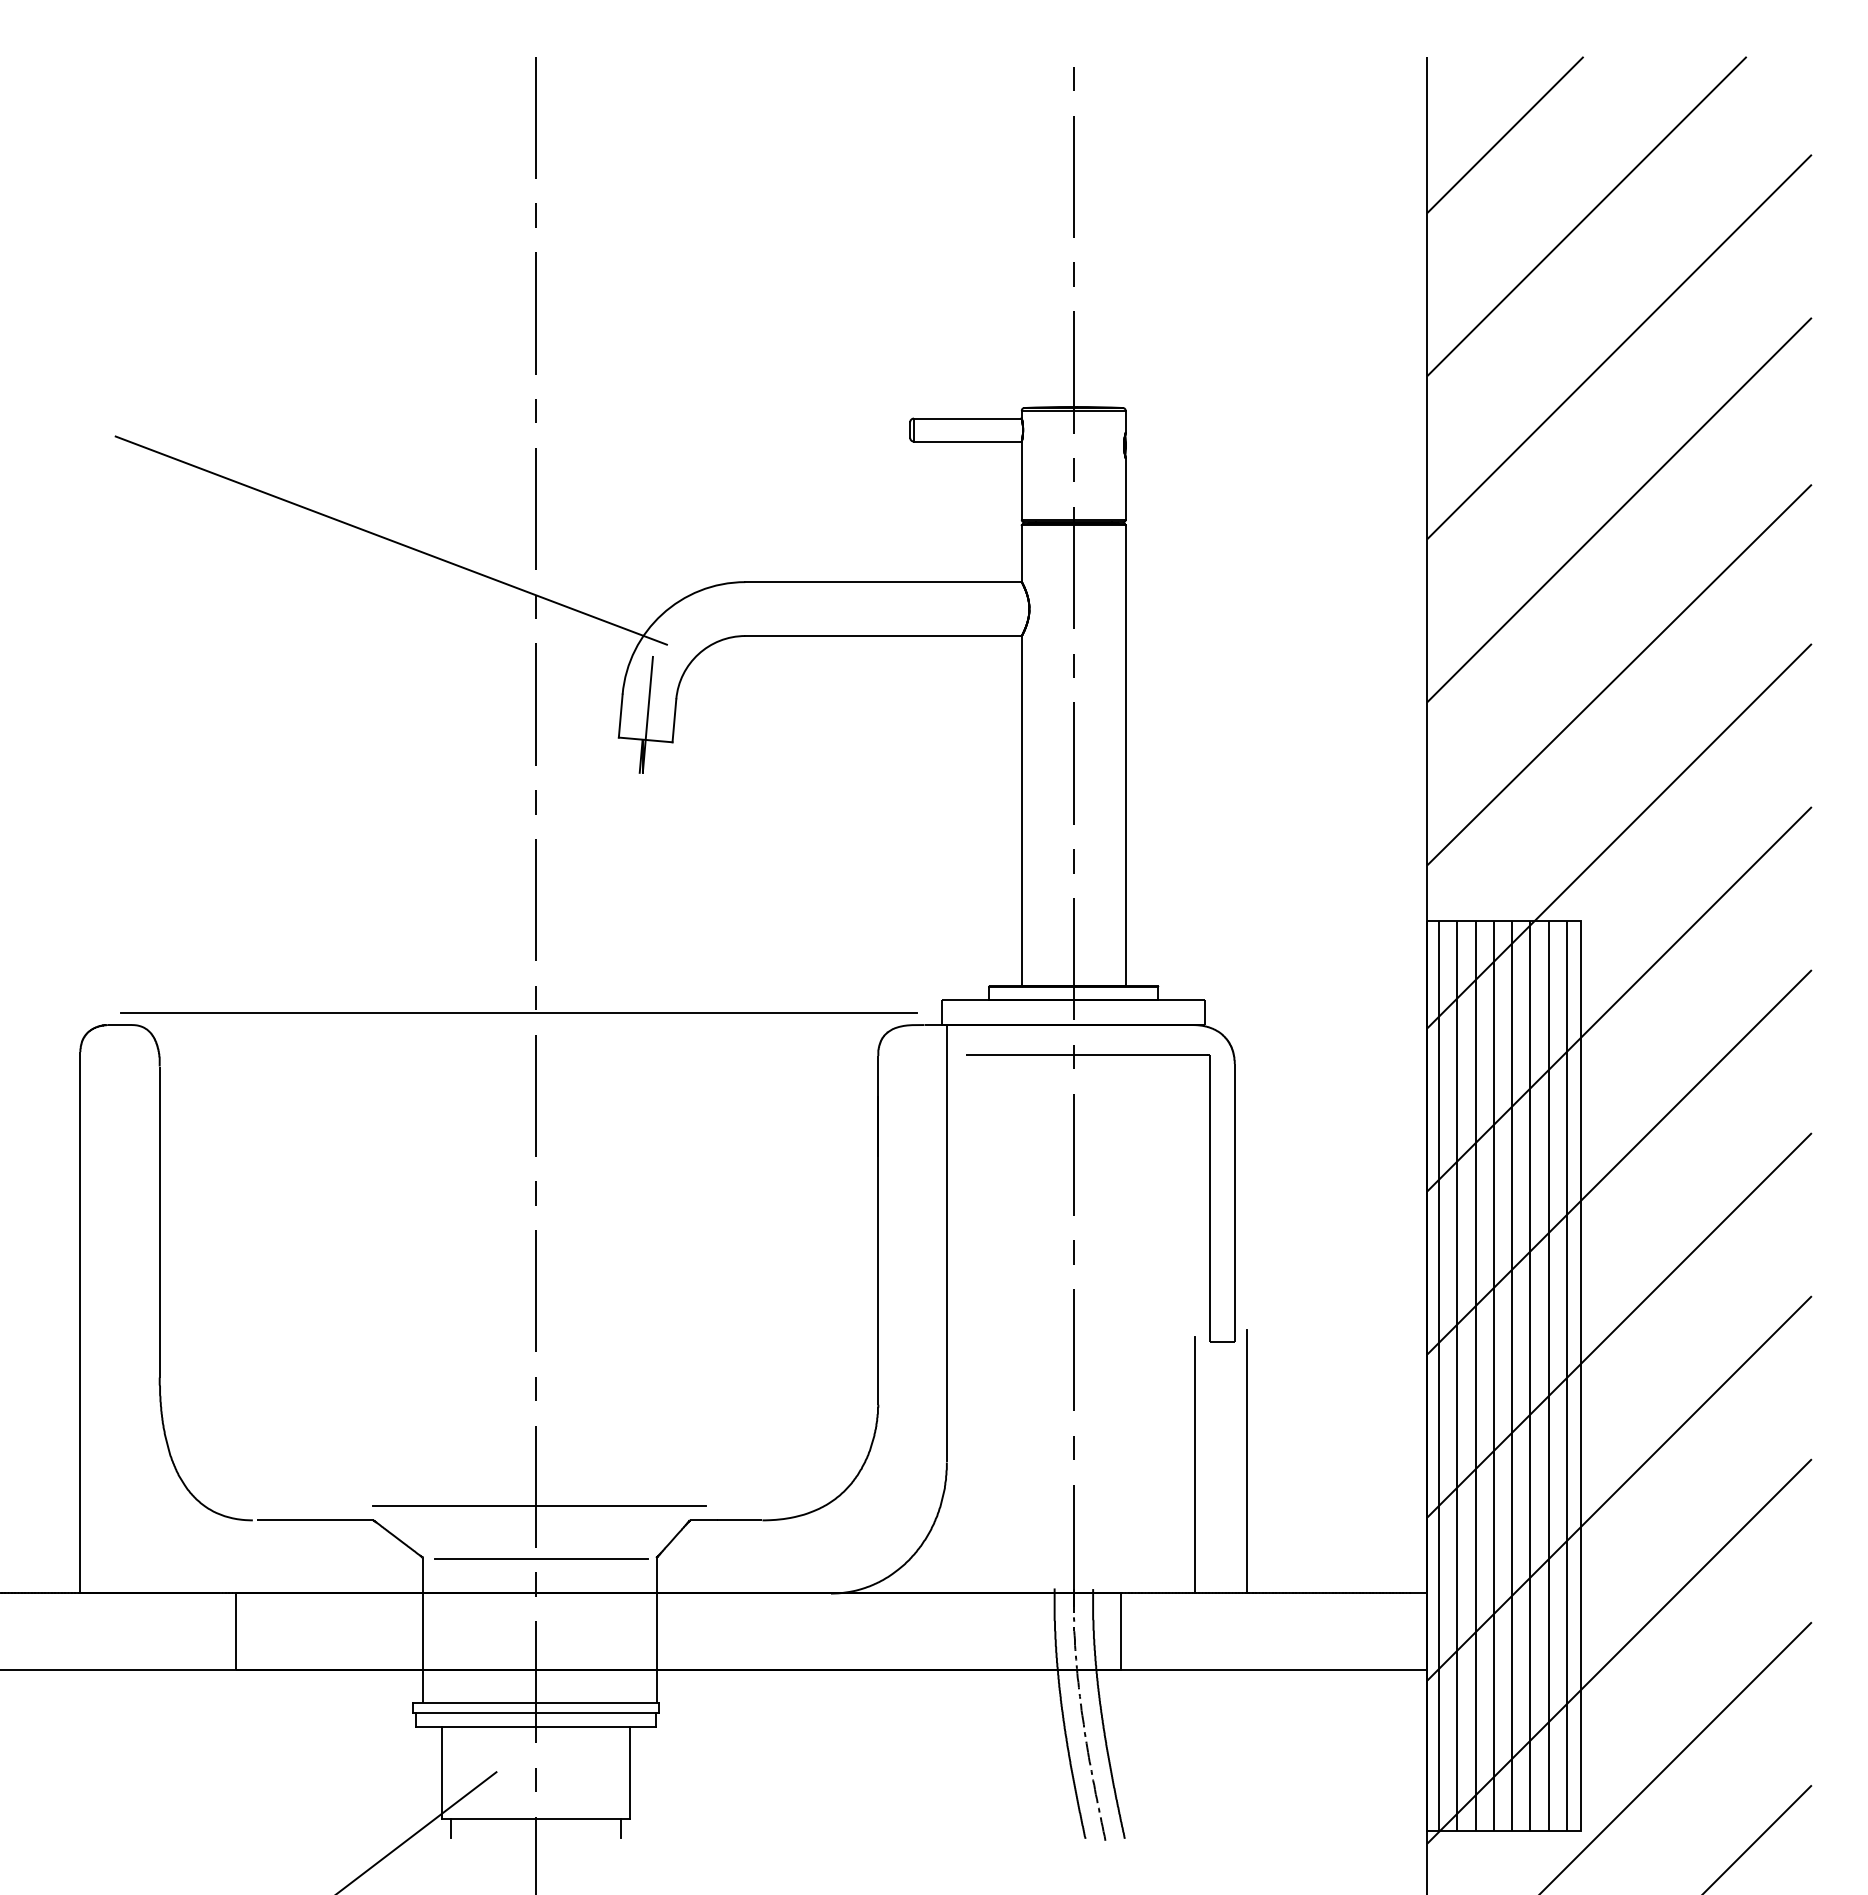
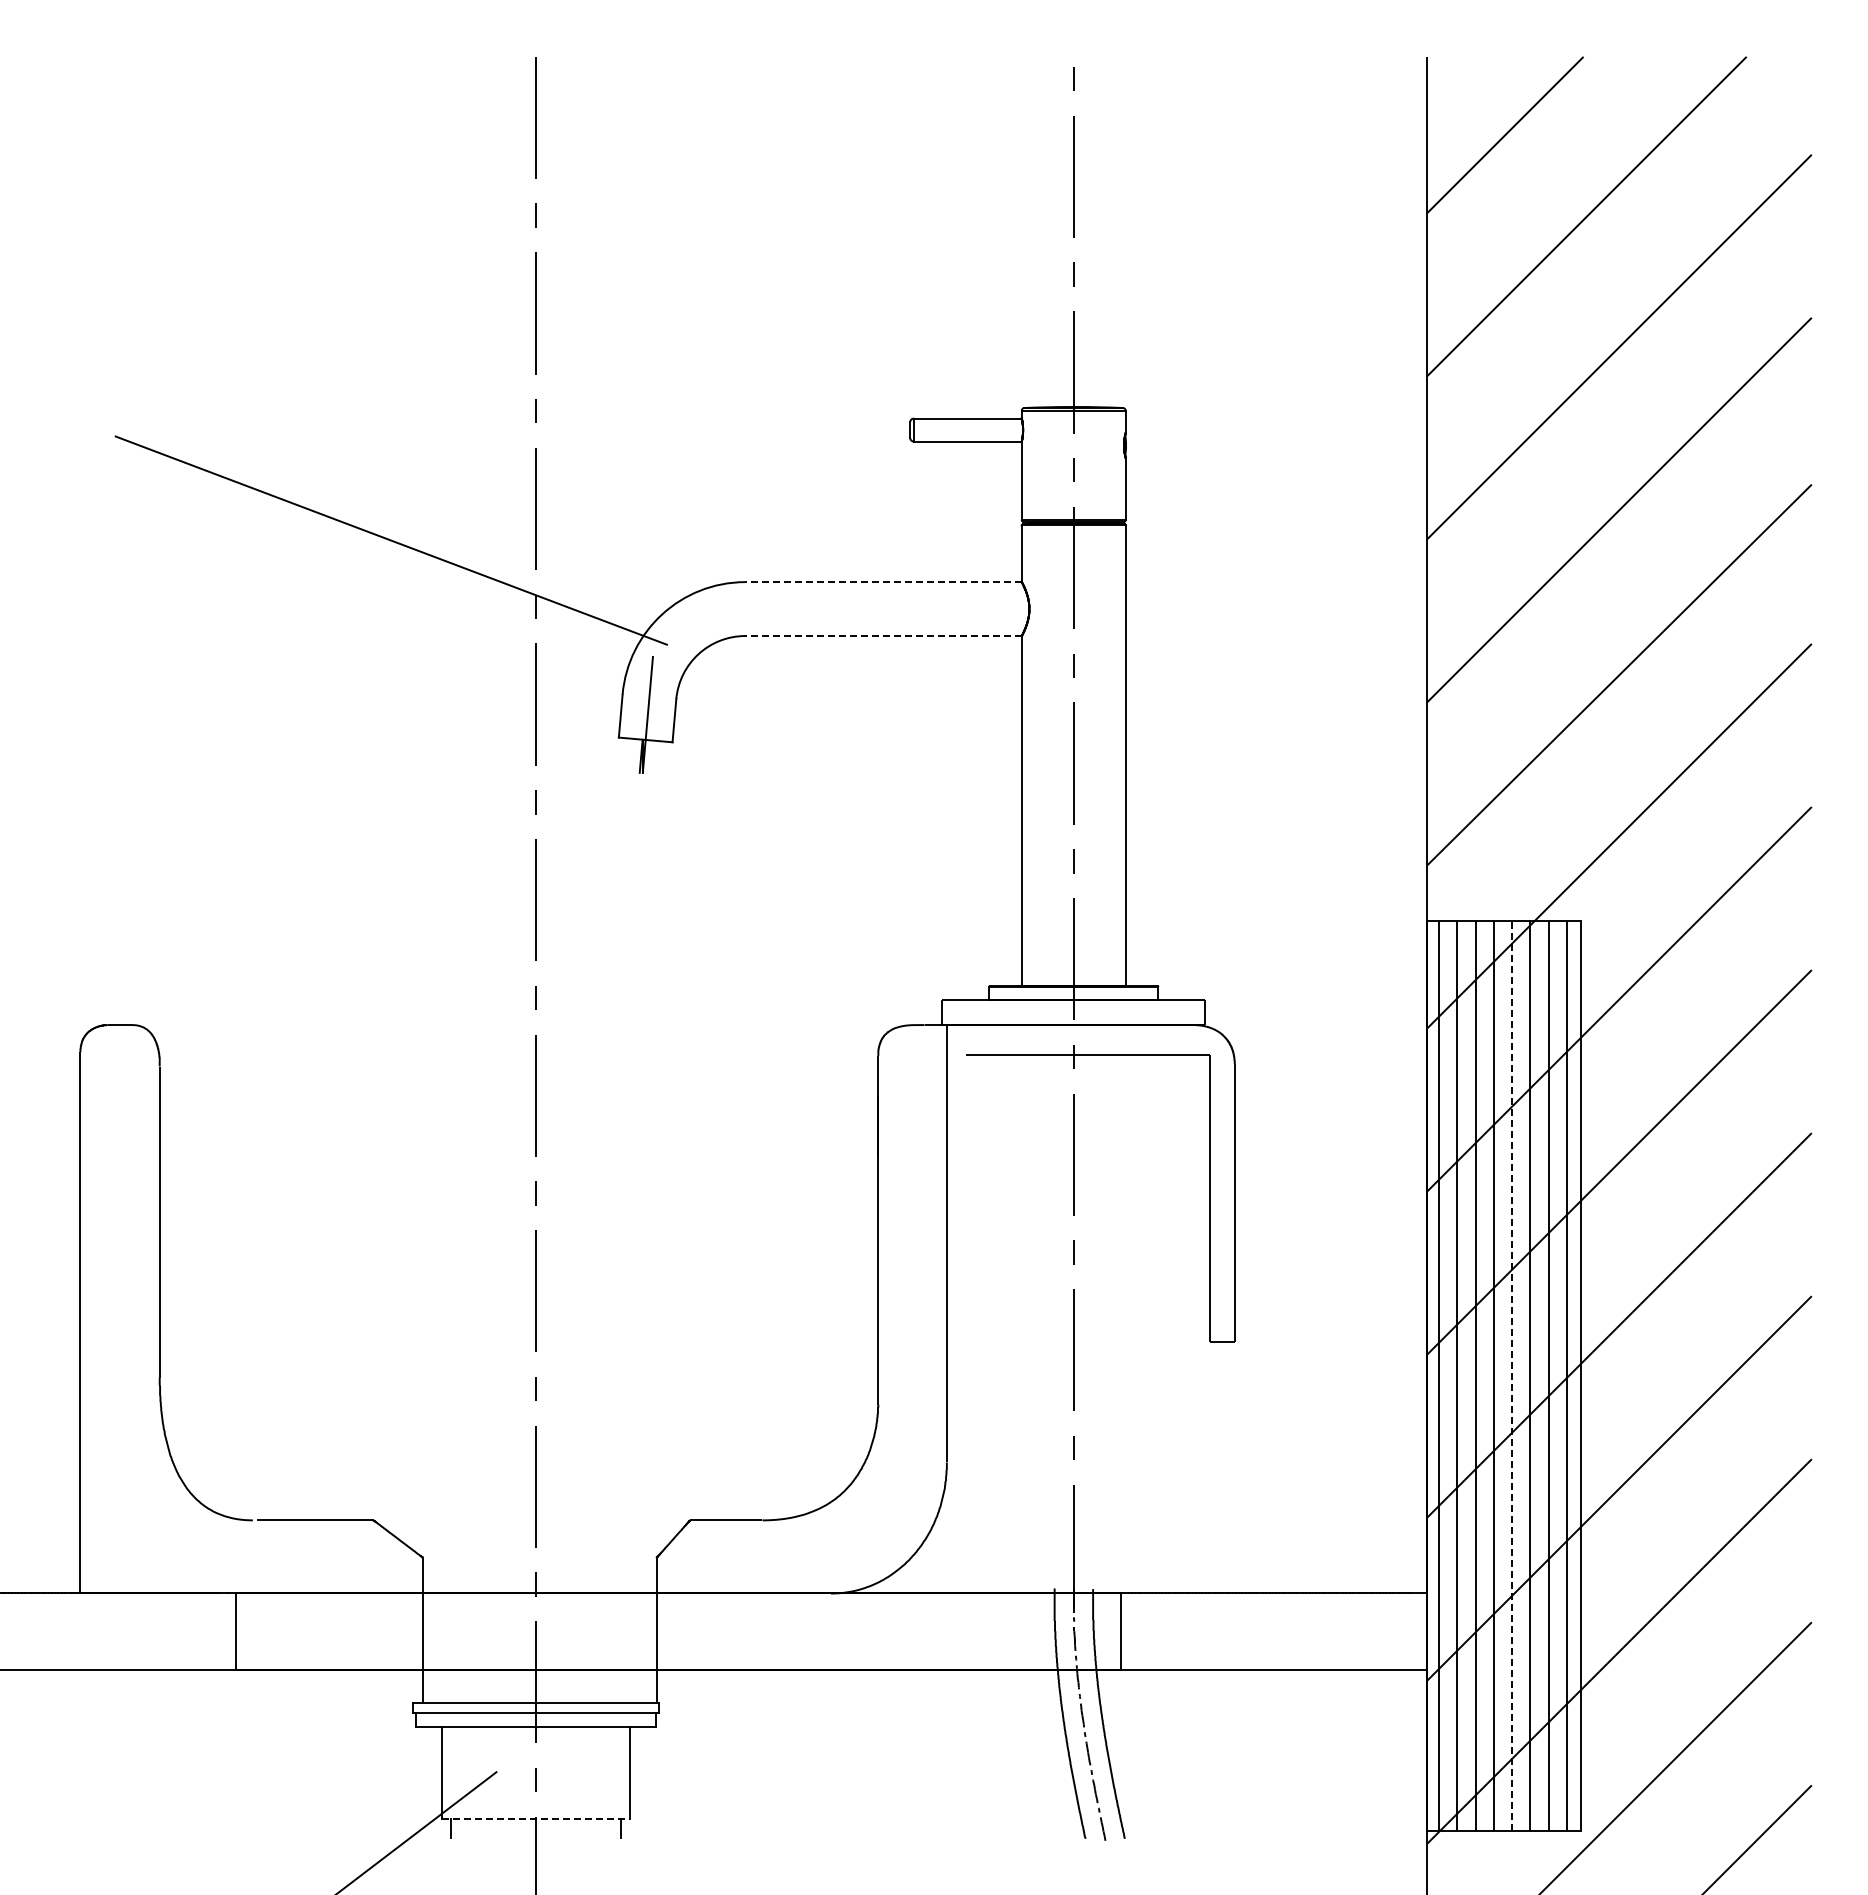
line at (883, 582): solid -> dashed
line at (883, 636): solid -> dashed
line at (518, 1013): present -> none
line at (1512, 1376): solid -> dashed
line at (1246, 1461): present -> none
line at (1195, 1464): present -> none
line at (539, 1505): present -> none
line at (541, 1558): present -> none
line at (536, 1818): solid -> dashed
